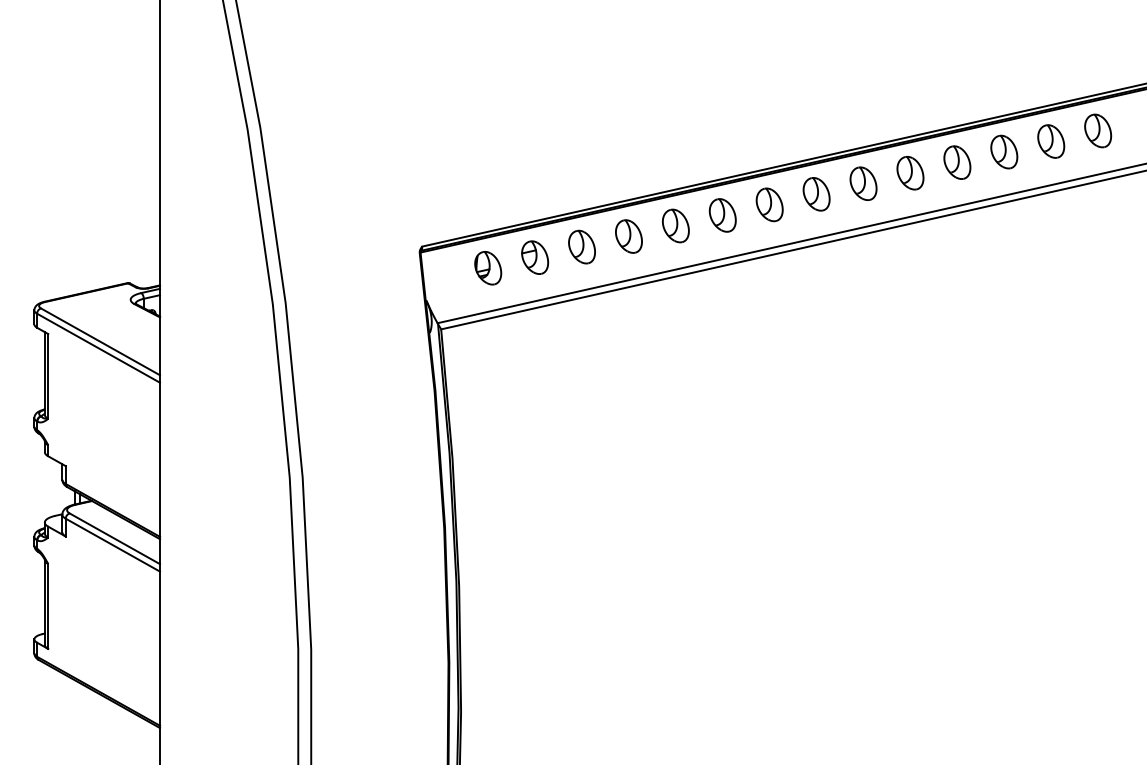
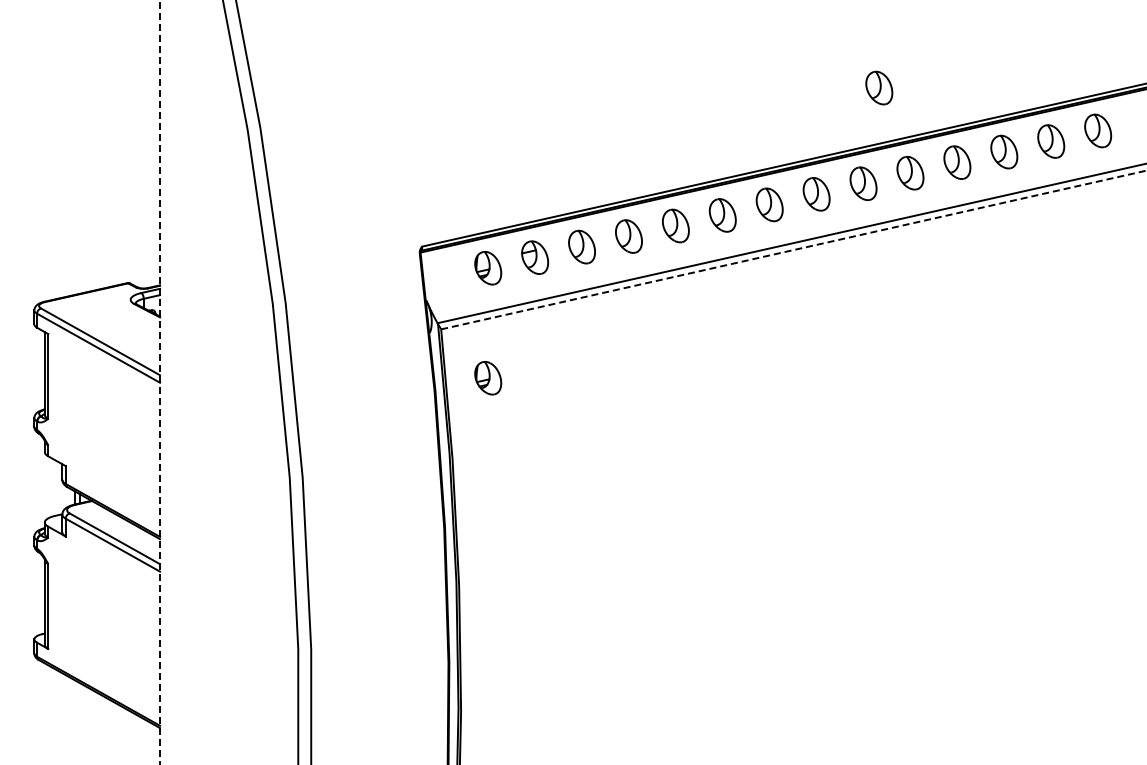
part at (879, 87): none -> present
line at (794, 249): solid -> dashed
part at (488, 378): none -> present
line at (160, 382): solid -> dashed
